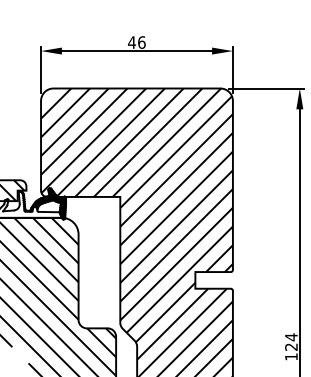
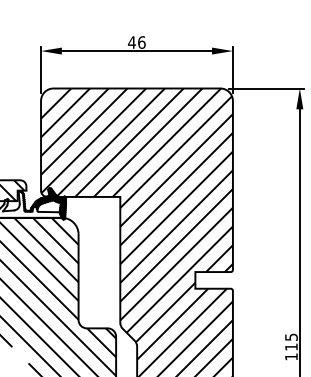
text at (291, 341): 124 -> 115
